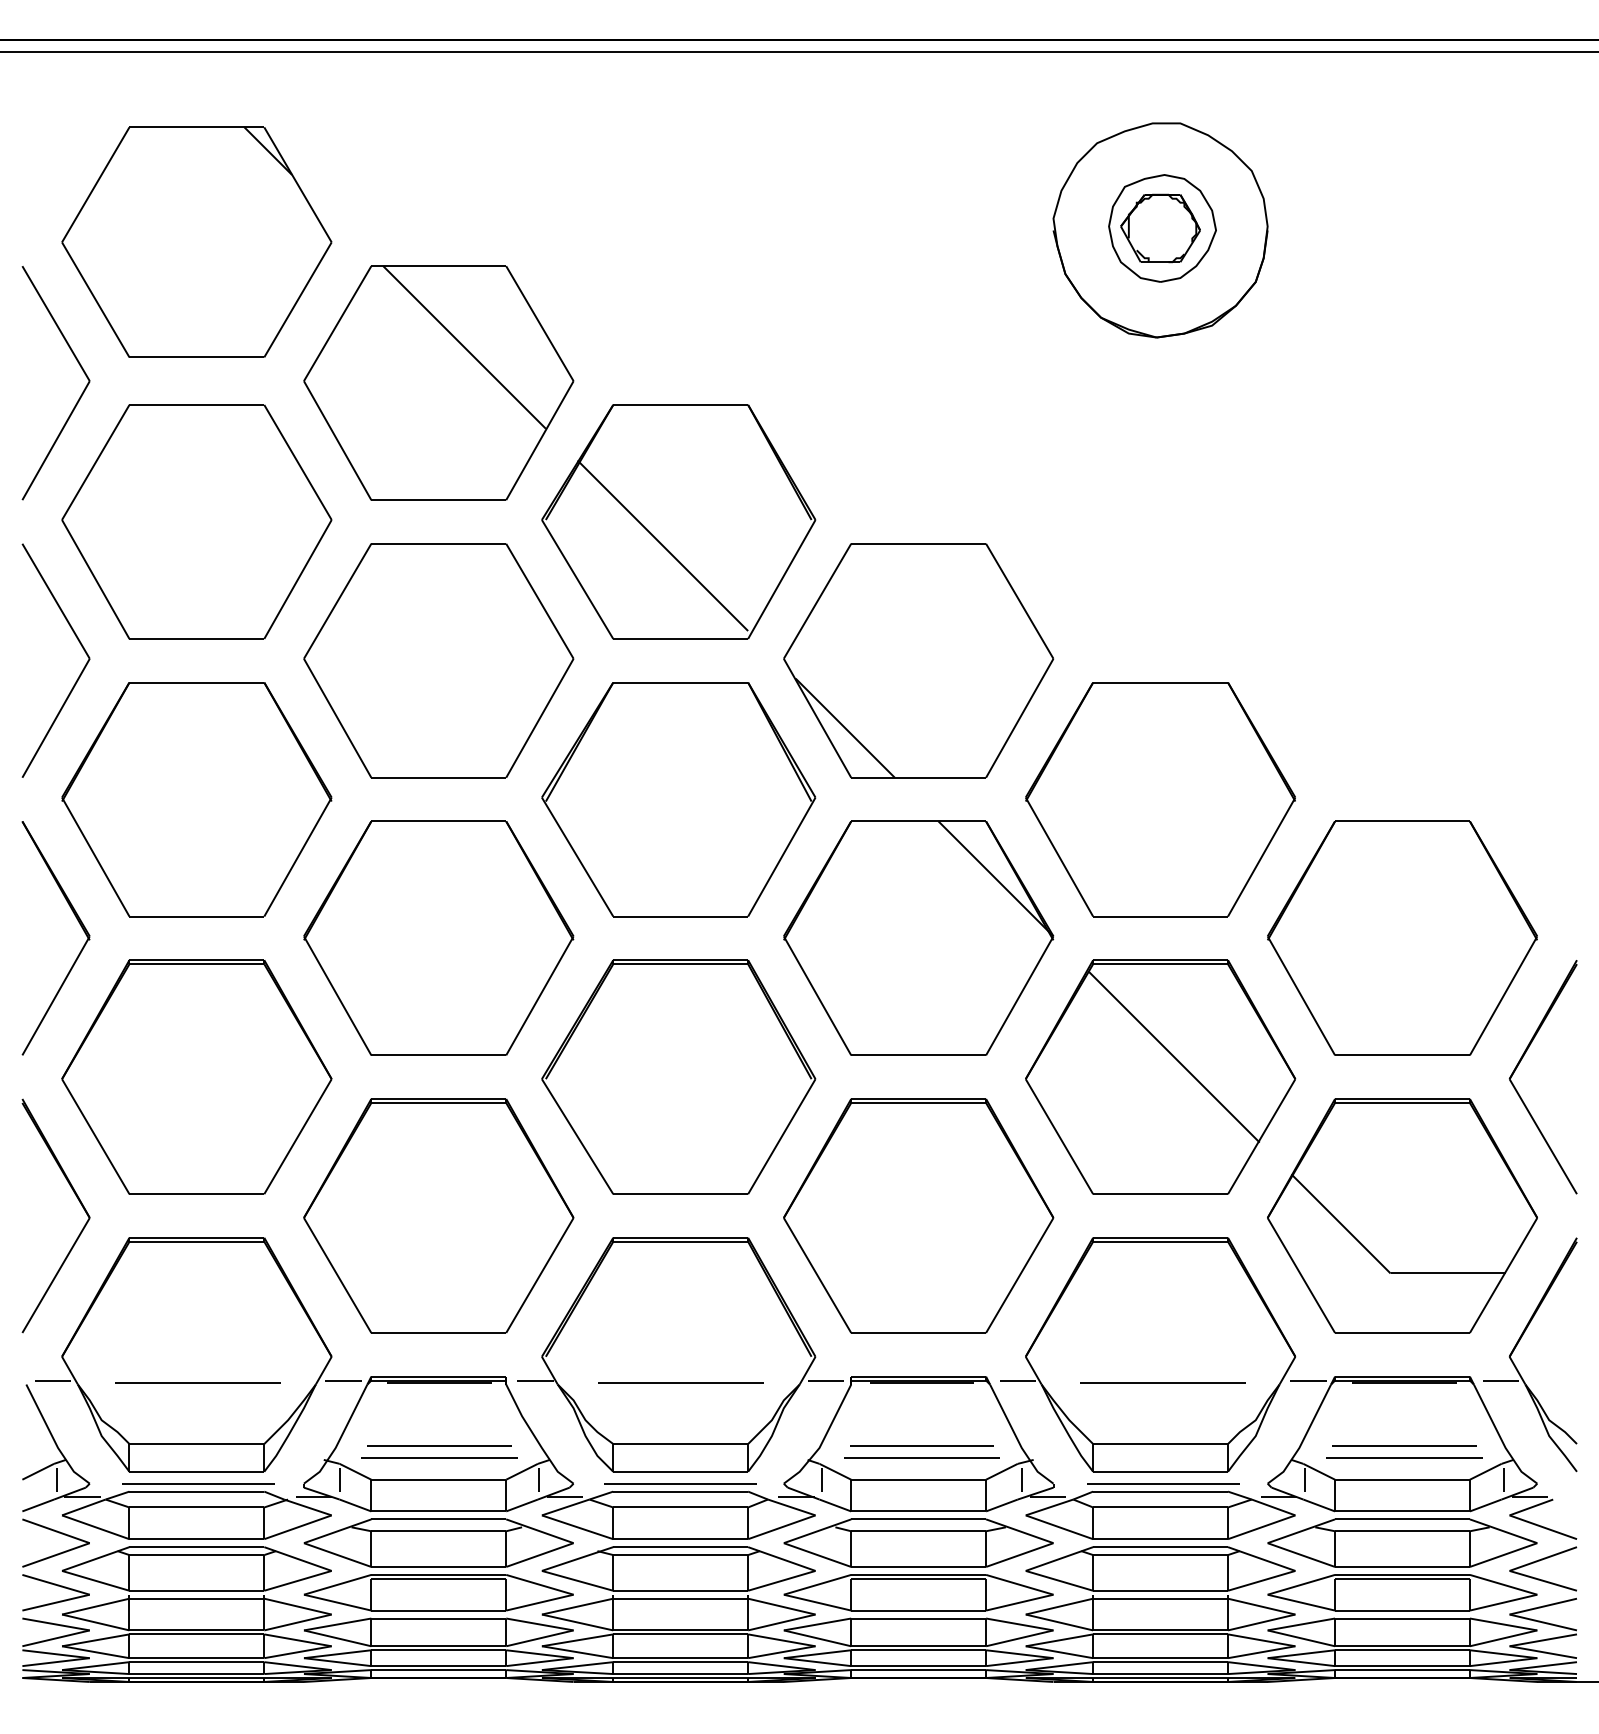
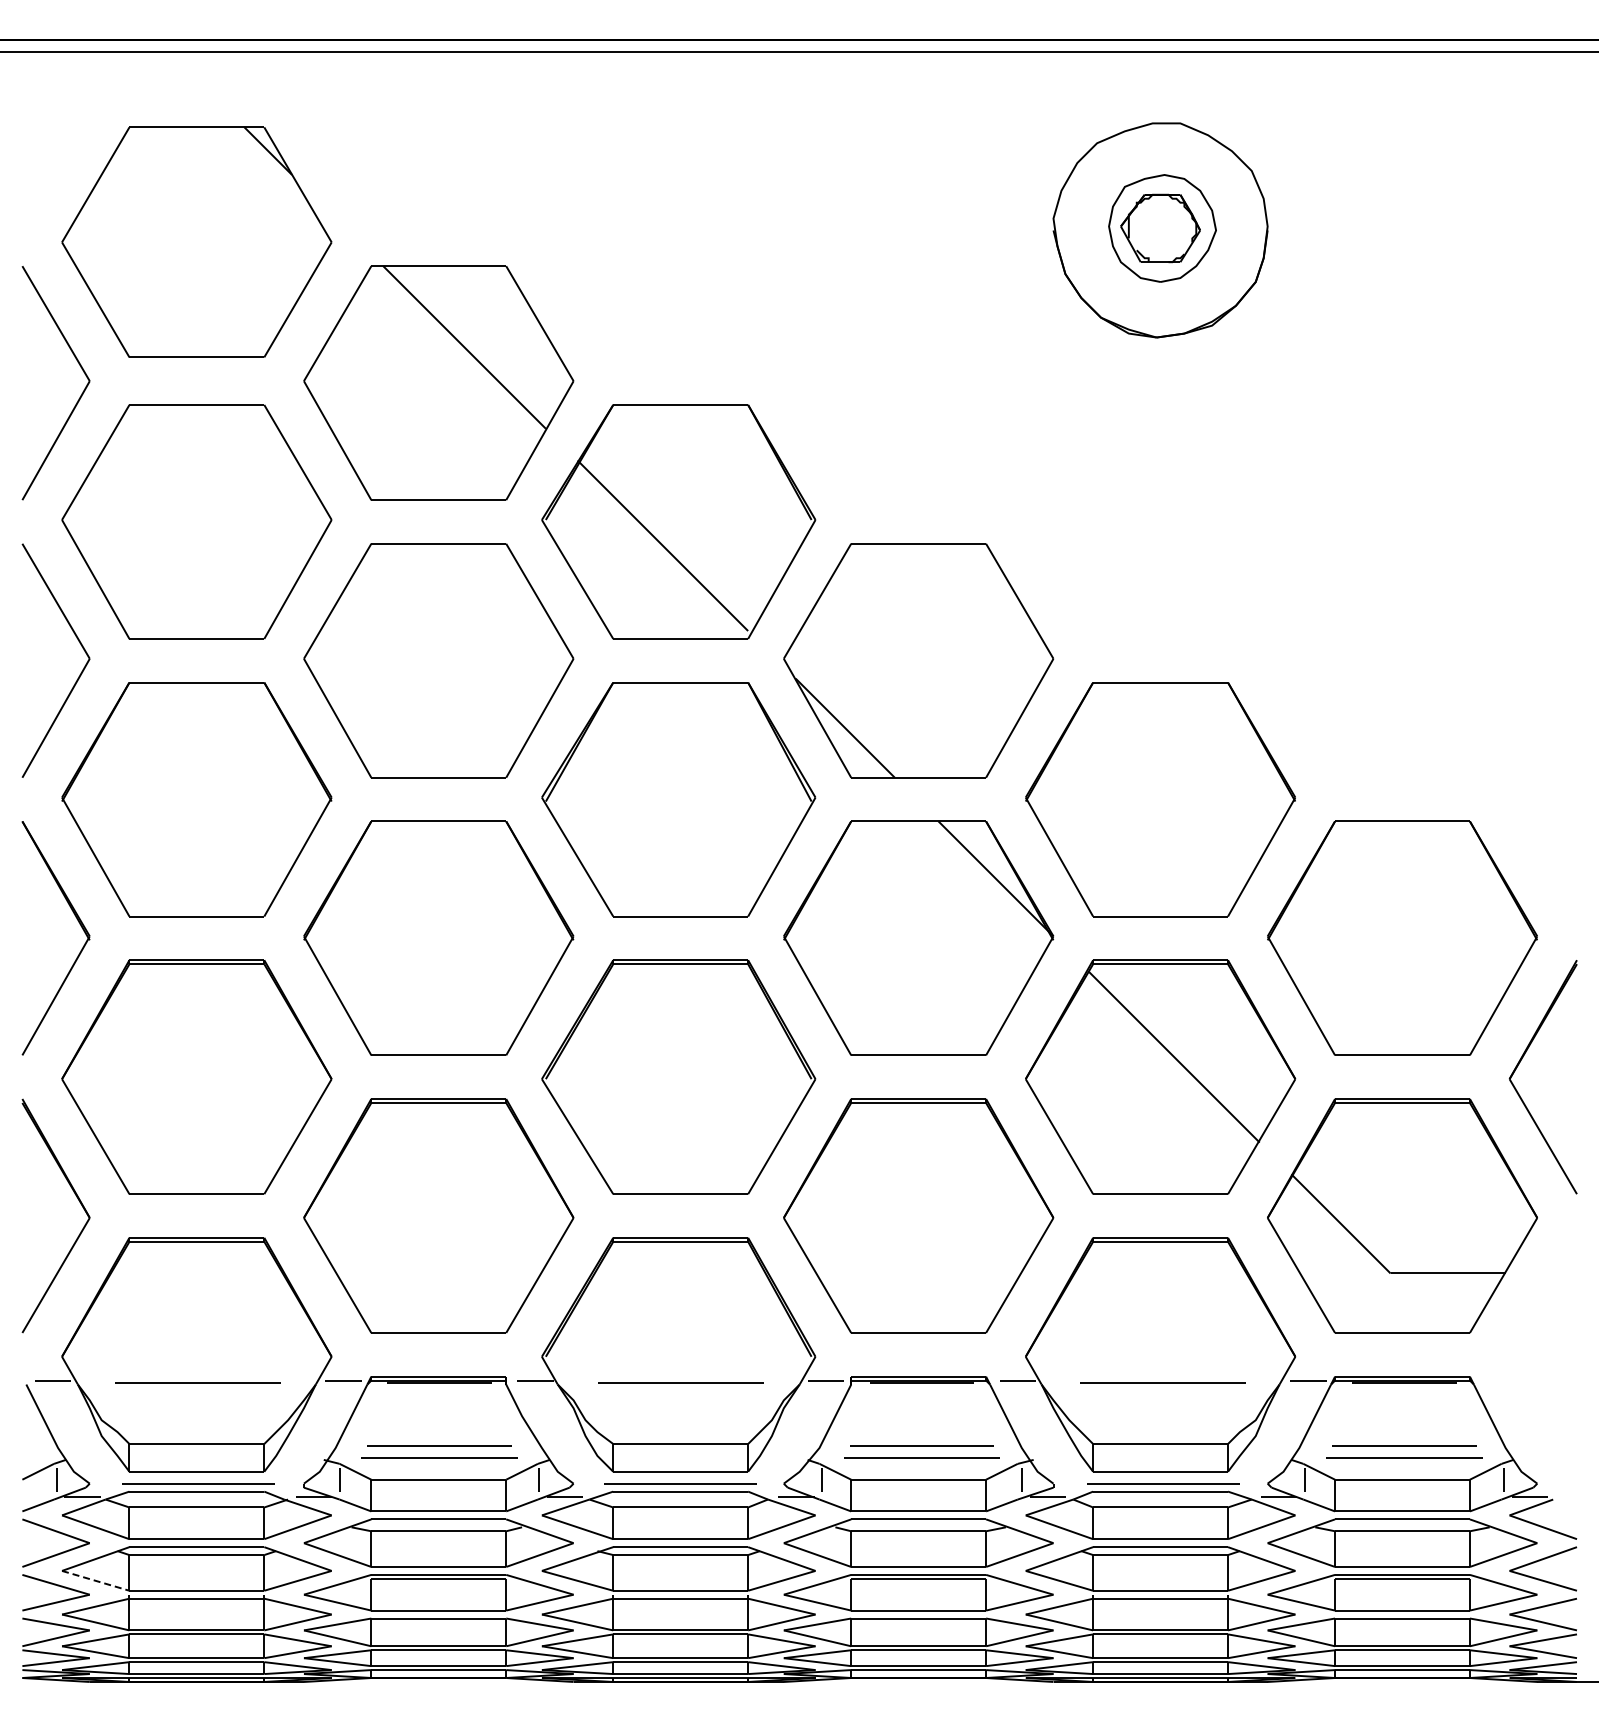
part at (1516, 1347): present -> none
line at (96, 1580): solid -> dashed
